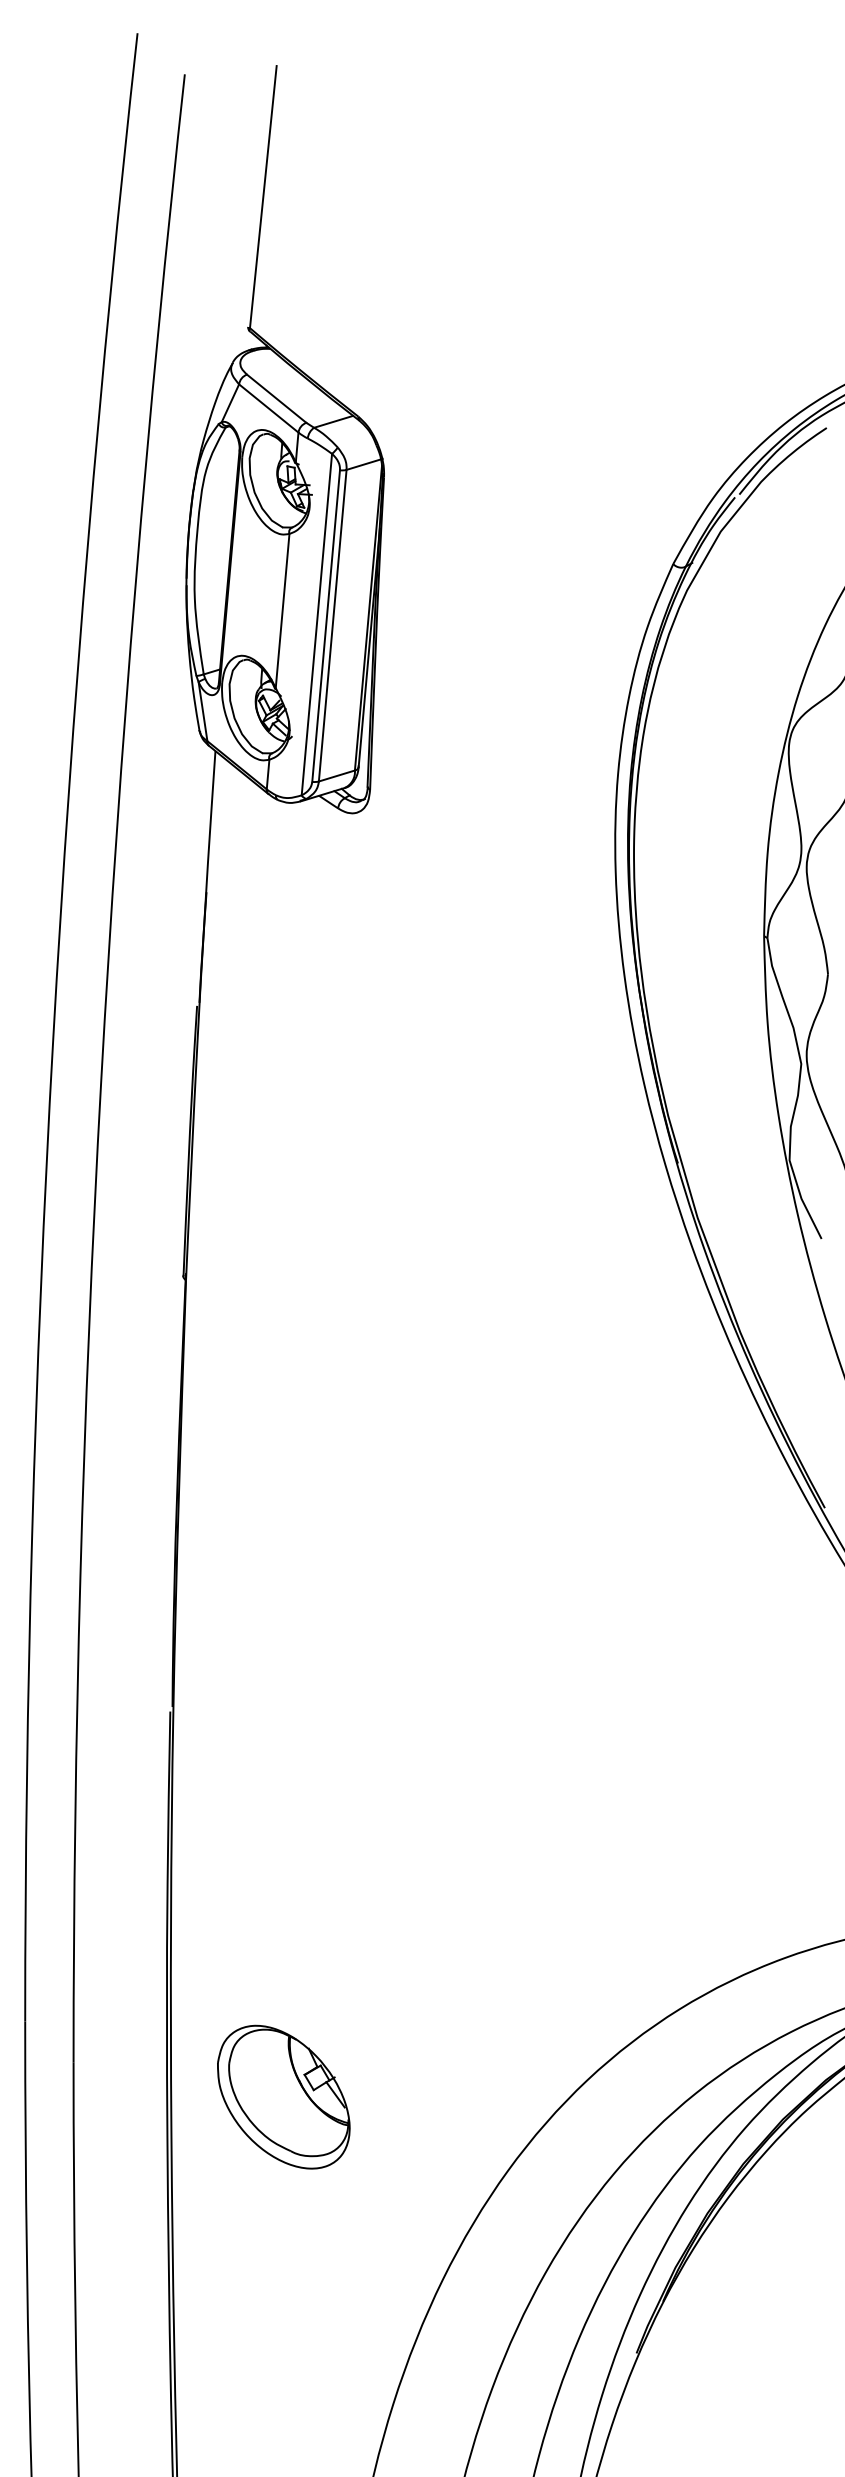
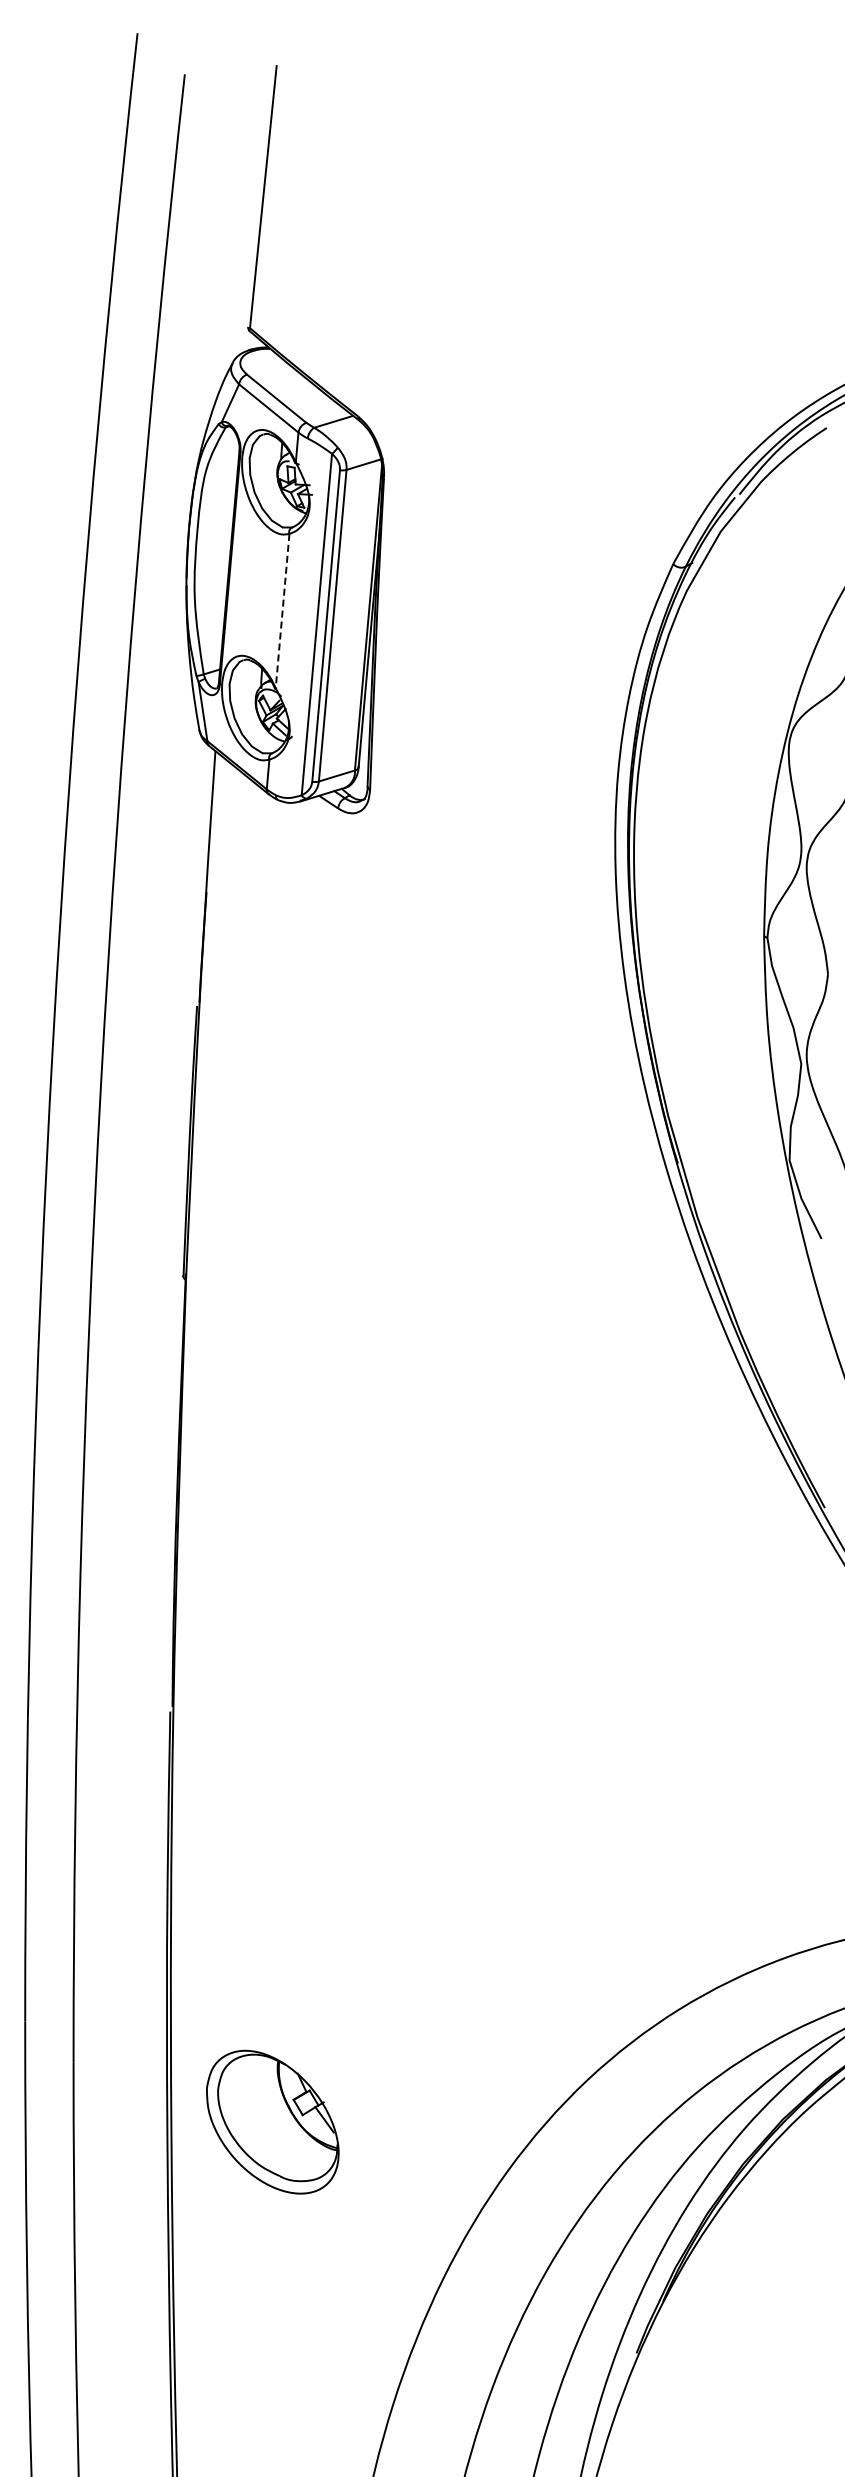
line at (282, 611): solid -> dashed
part at (283, 2096) position: (283, 2096) -> (272, 2121)
